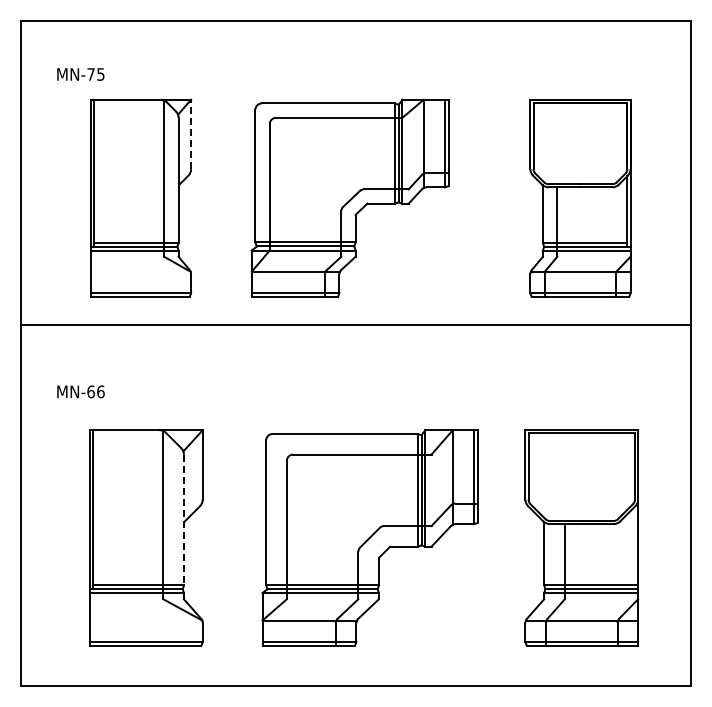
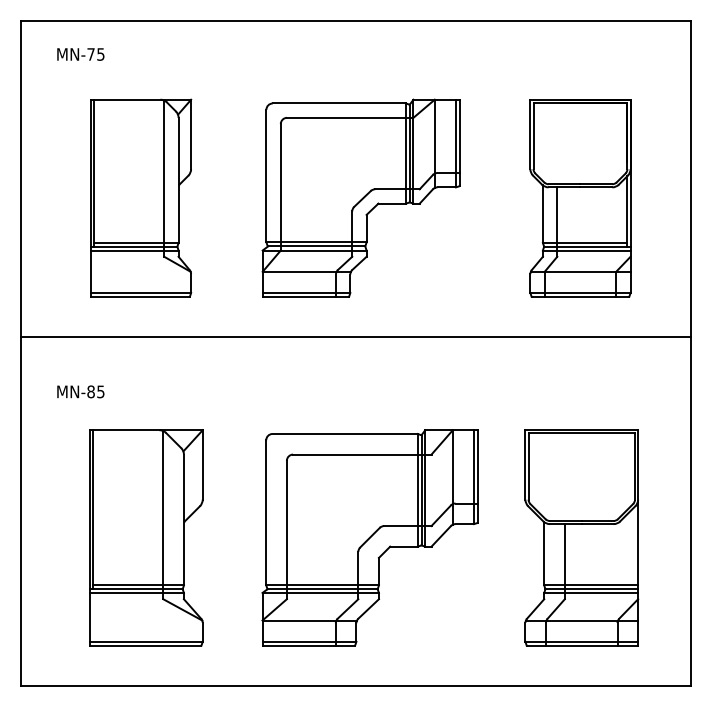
text at (80, 74) position: (80, 74) -> (80, 54)
line at (191, 134): dashed -> solid
part at (349, 197) position: (349, 197) -> (360, 197)
line at (355, 324) position: (355, 324) -> (355, 336)
text at (95, 391): MN-66 -> MN-85
line at (183, 520): dashed -> solid
